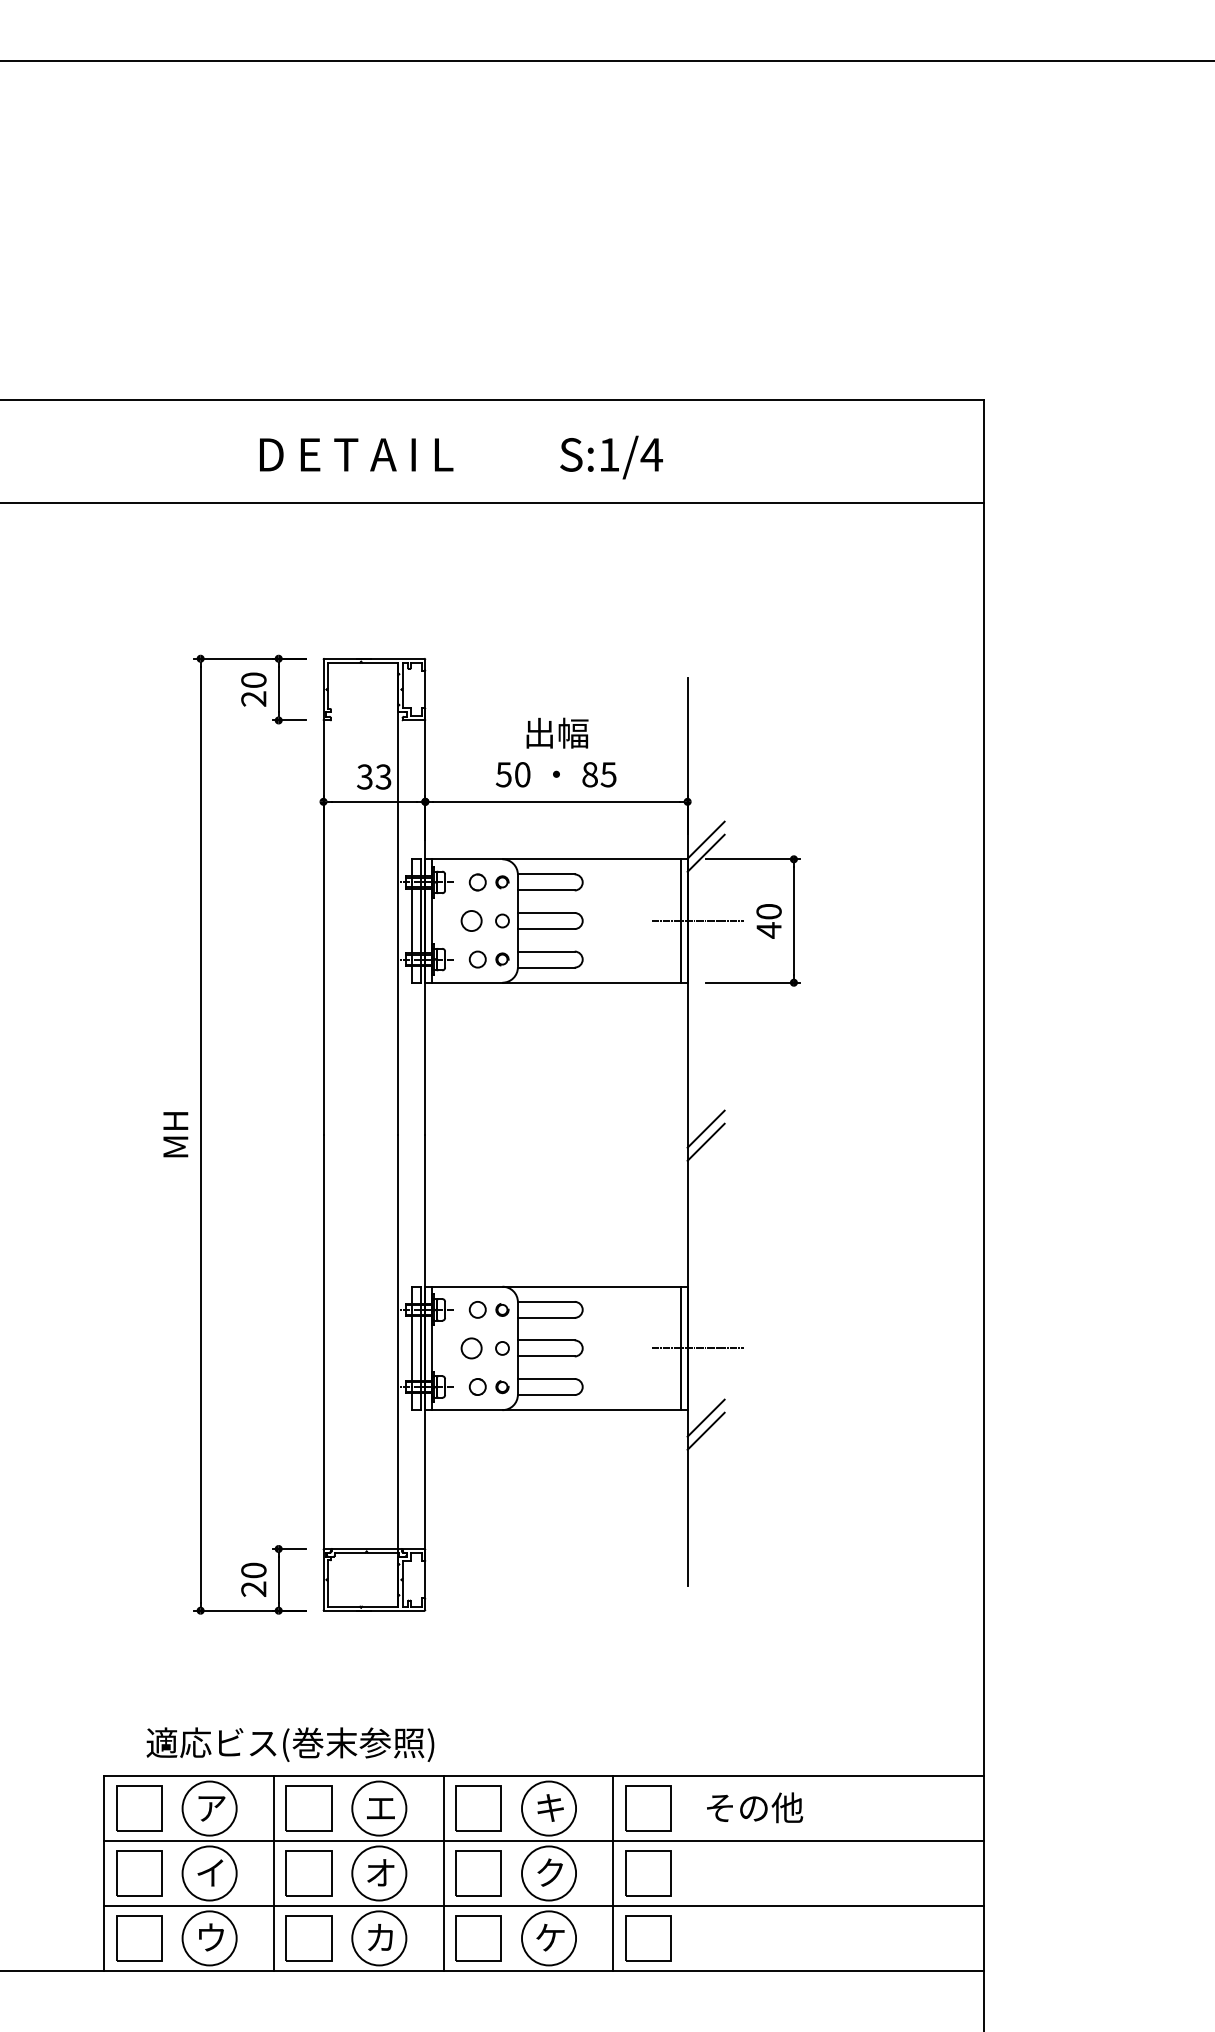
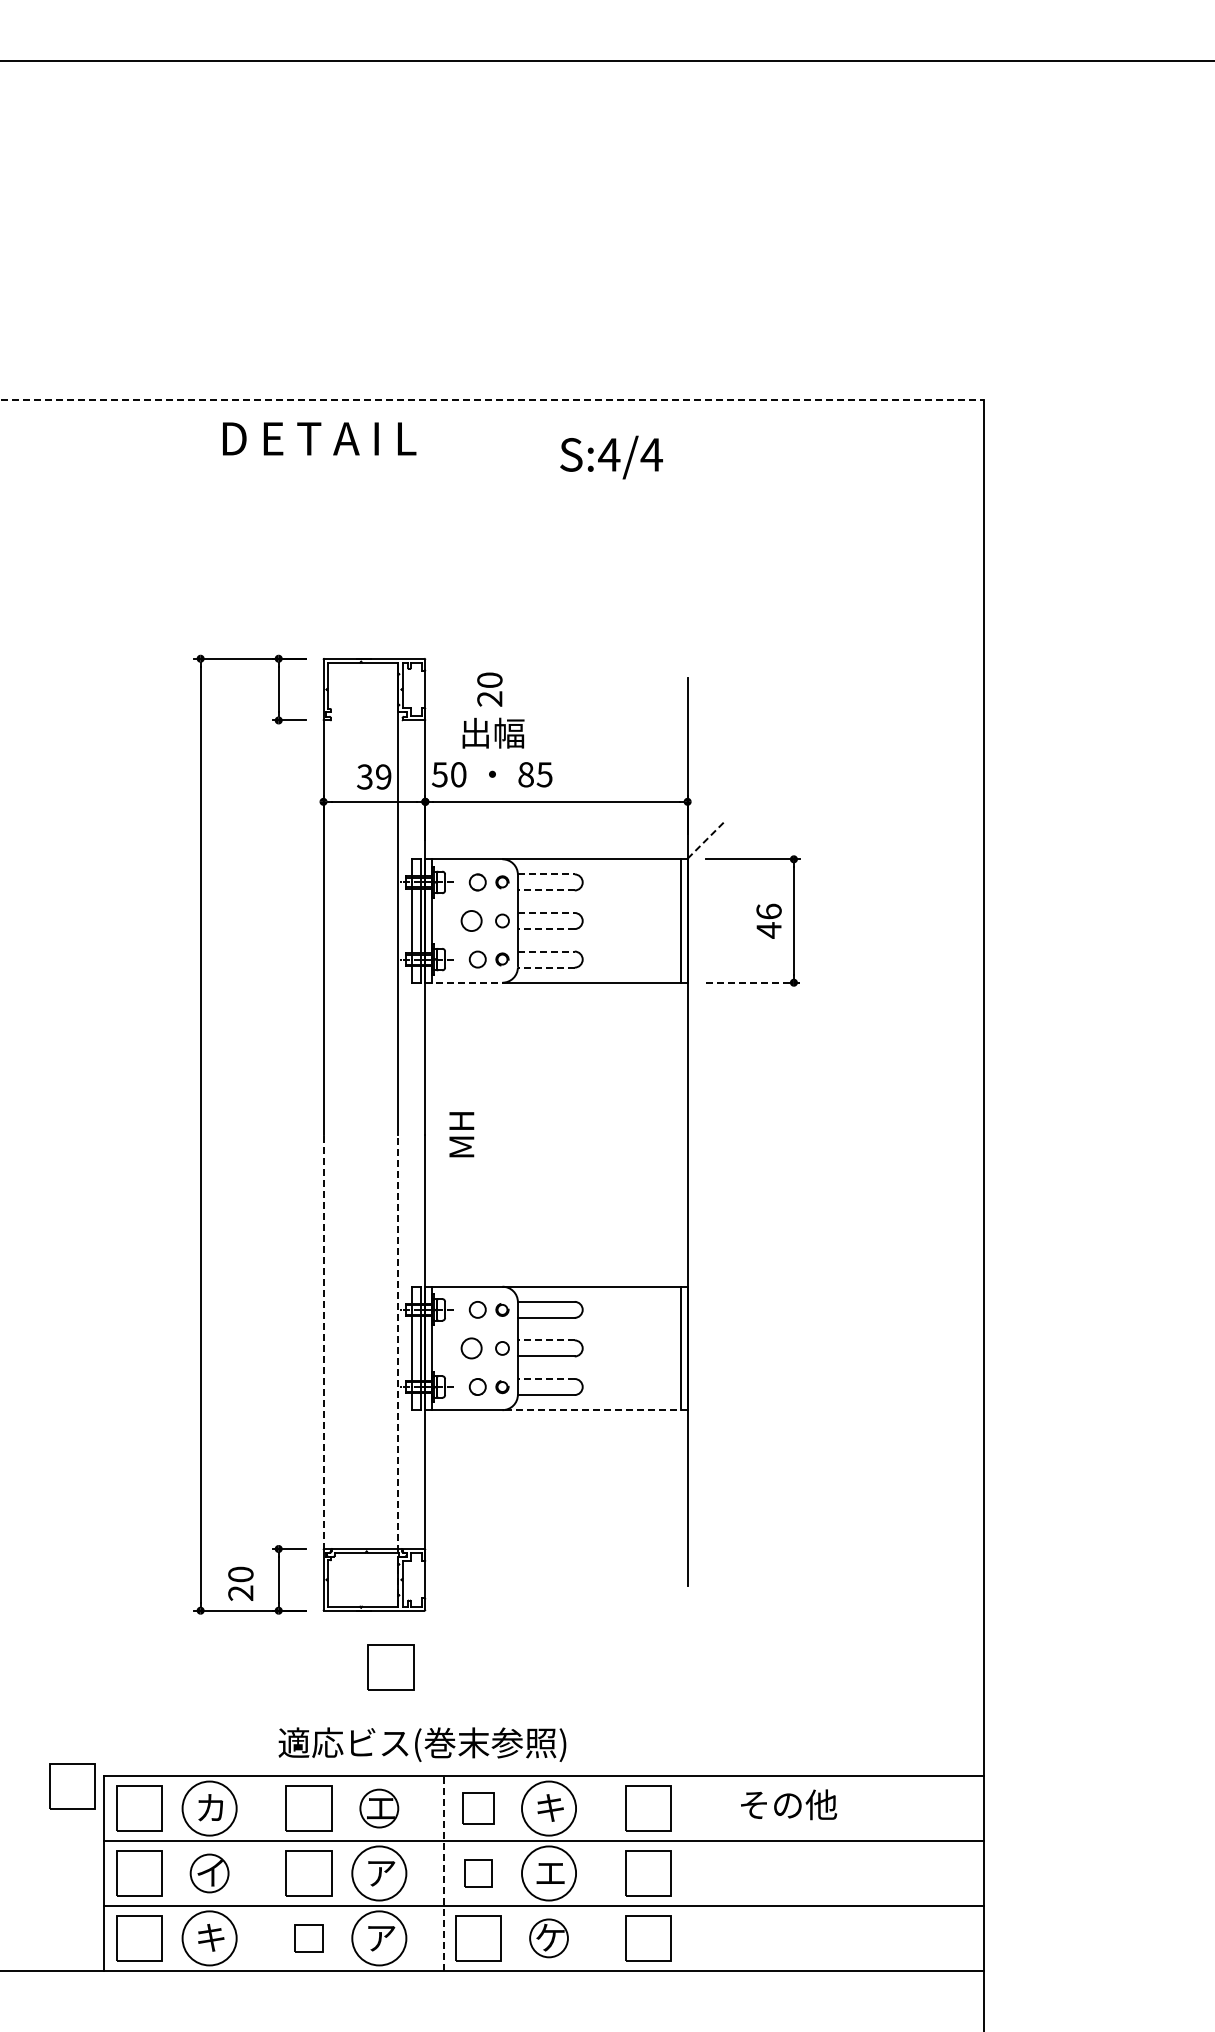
line at (492, 400): solid -> dashed
text at (356, 454) position: (356, 454) -> (319, 438)
text at (609, 454): S:1/4 -> S:4/4
line at (492, 503): present -> none
text at (253, 689) position: (253, 689) -> (489, 689)
text at (555, 752) position: (555, 752) -> (491, 752)
text at (383, 776): 33 -> 39
line at (706, 839): solid -> dashed
line at (705, 852): present -> none
line at (546, 874): solid -> dashed
line at (545, 890): solid -> dashed
text at (768, 911): 40 -> 46
line at (546, 913): solid -> dashed
line at (697, 921): present -> none
line at (545, 929): solid -> dashed
line at (546, 951): solid -> dashed
line at (545, 967): solid -> dashed
line at (463, 982): solid -> dashed
line at (753, 982): solid -> dashed
line at (705, 1128): present -> none
text at (175, 1134) position: (175, 1134) -> (461, 1134)
line at (705, 1141): present -> none
line at (545, 1340): solid -> dashed
line at (323, 1342): solid -> dashed
line at (697, 1348): present -> none
line at (398, 1370): solid -> dashed
line at (545, 1378): solid -> dashed
line at (595, 1410): solid -> dashed
line at (705, 1417): present -> none
line at (705, 1430): present -> none
text at (253, 1579) position: (253, 1579) -> (240, 1583)
part at (390, 1667): none -> present
text at (290, 1744) position: (290, 1744) -> (422, 1744)
part at (72, 1786): none -> present
text at (211, 1807): ア -> カ
text at (755, 1807) position: (755, 1807) -> (789, 1804)
circle at (379, 1808) diameter: 54 px -> 38 px
part at (478, 1808) size: 47x47 px -> 33x33 px
text at (381, 1872): オ -> ア
line at (443, 1872): solid -> dashed
text at (550, 1872): ク -> エ
circle at (209, 1873) diameter: 54 px -> 38 px
line at (273, 1873): present -> none
part at (478, 1873) size: 47x47 px -> 29x29 px
line at (613, 1873): present -> none
text at (211, 1937): ウ -> キ
text at (381, 1937): カ -> ア
part at (308, 1938) size: 48x47 px -> 30x29 px
circle at (549, 1938) diameter: 54 px -> 38 px
